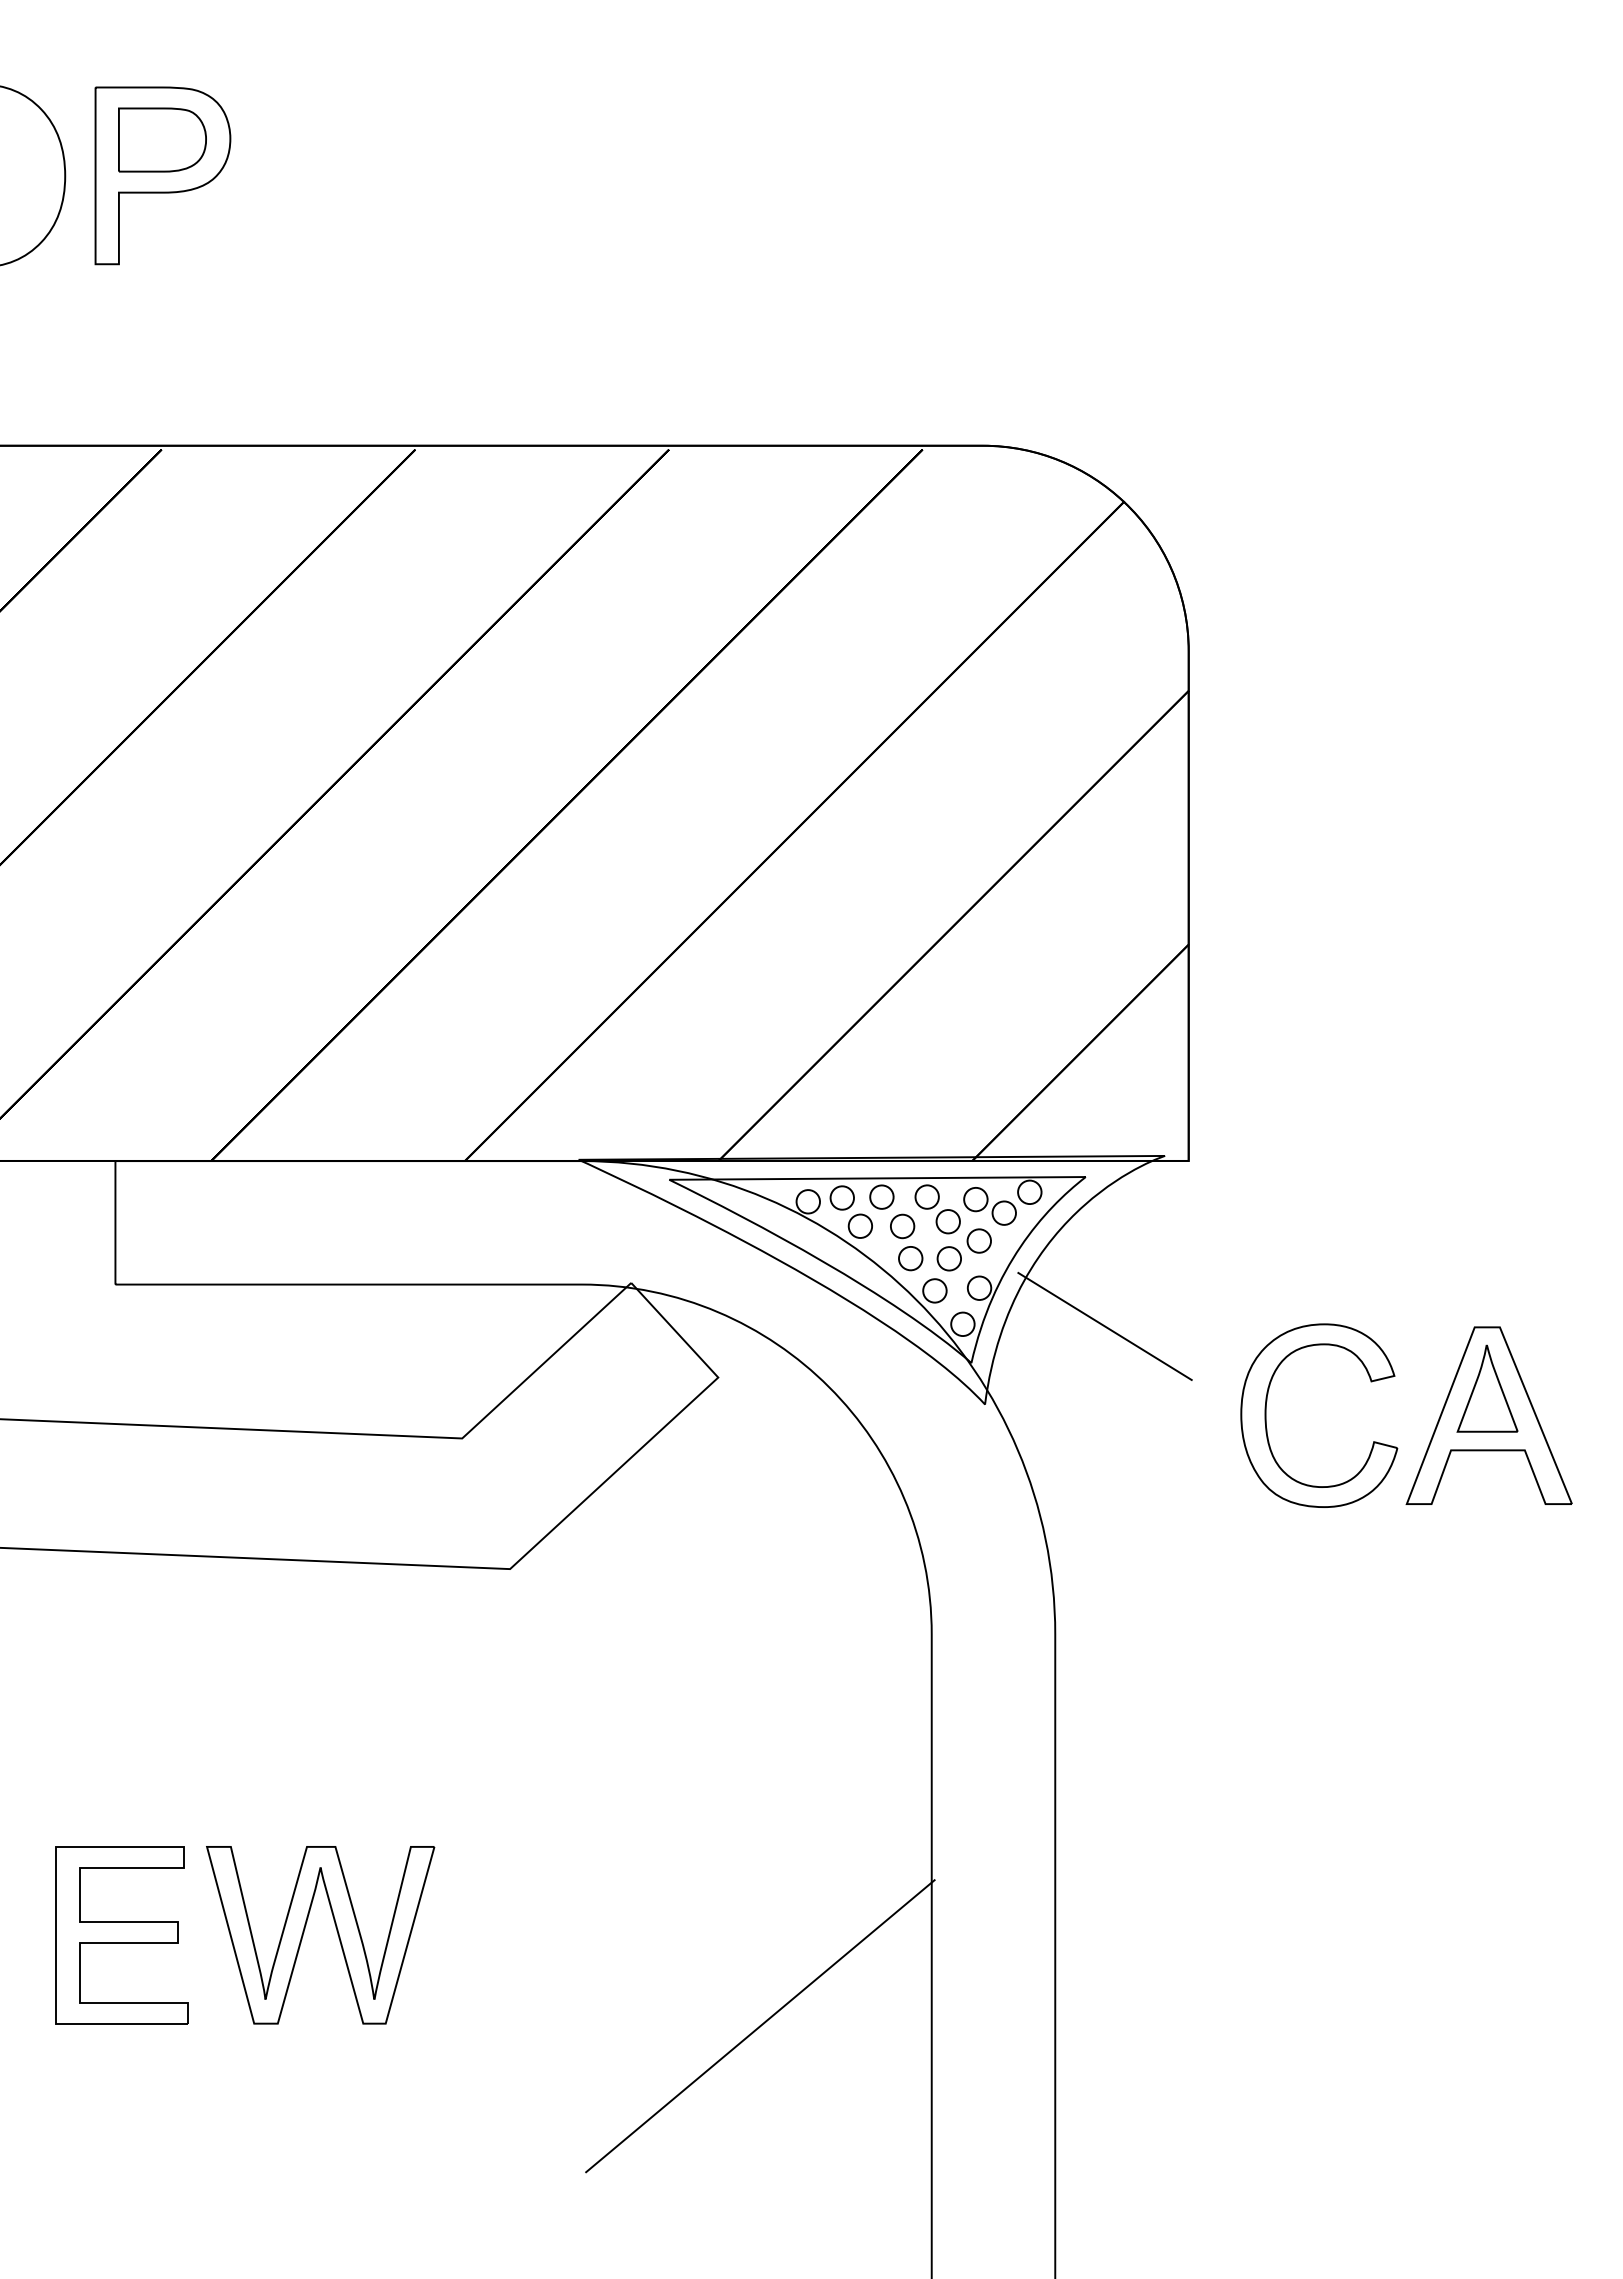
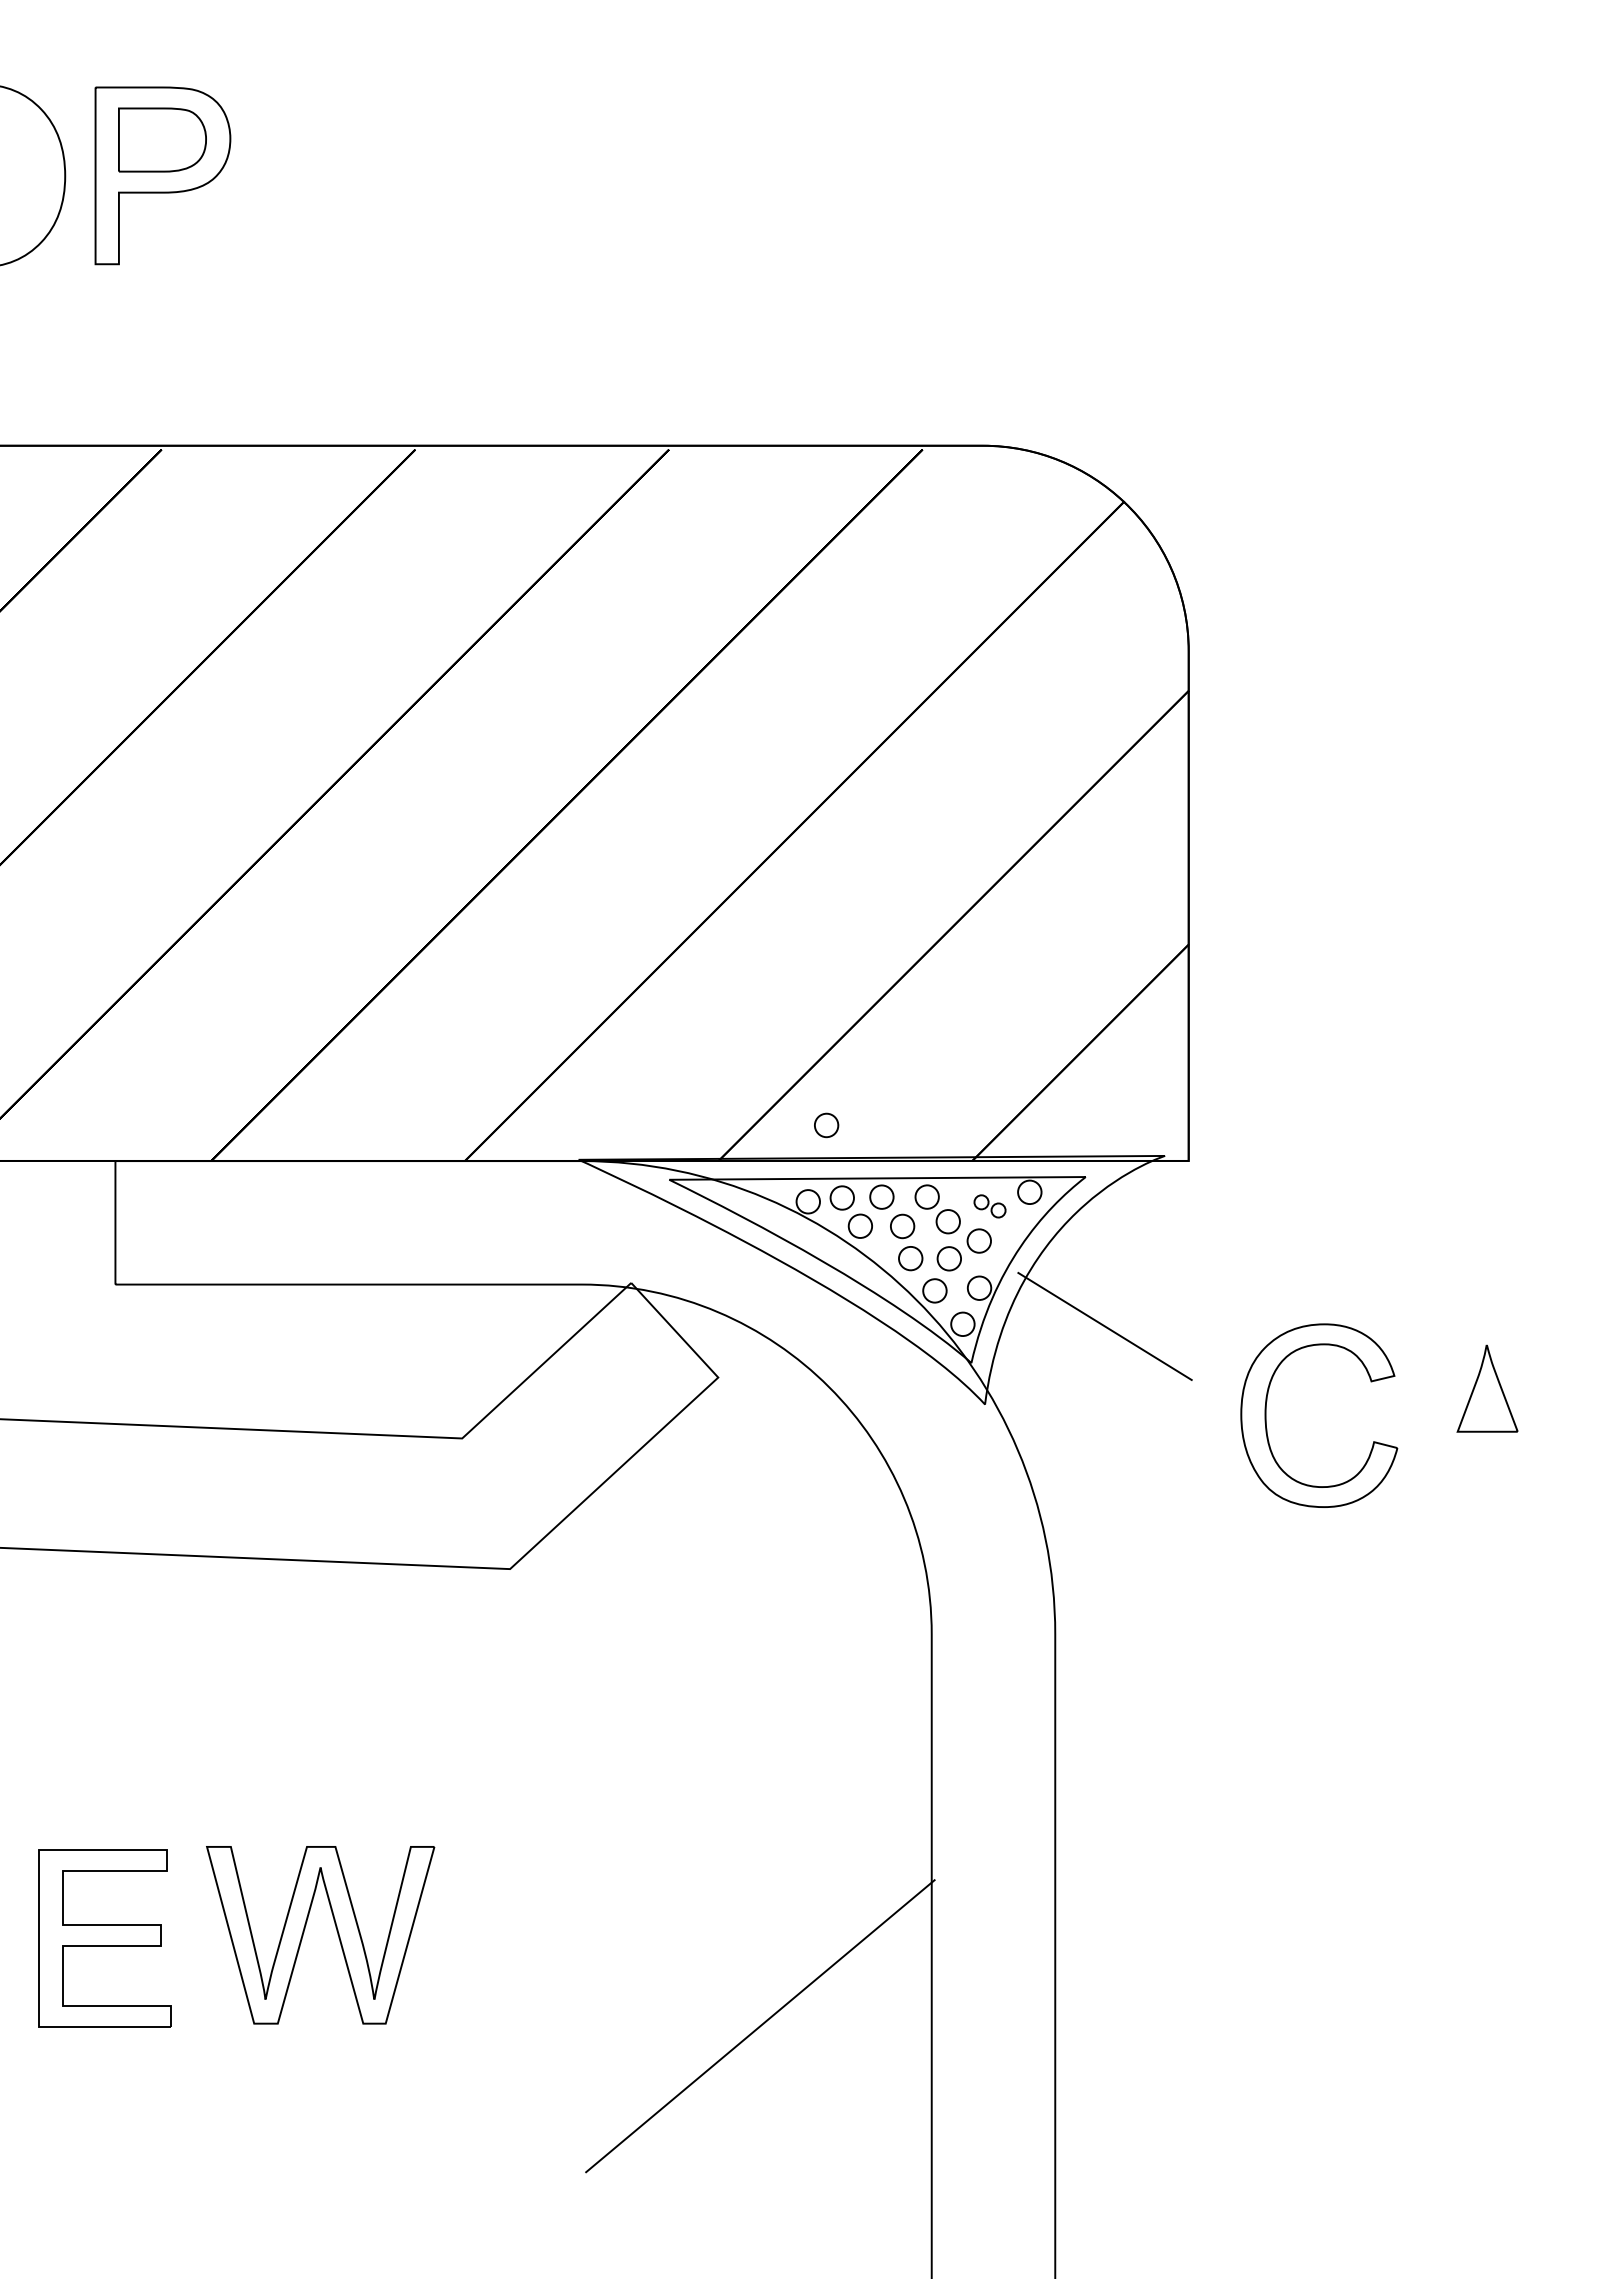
part at (826, 1125): none -> present
part at (989, 1206) size: 54x39 px -> 34x25 px
part at (1488, 1415): present -> none
part at (121, 1935) position: (121, 1935) -> (104, 1938)
